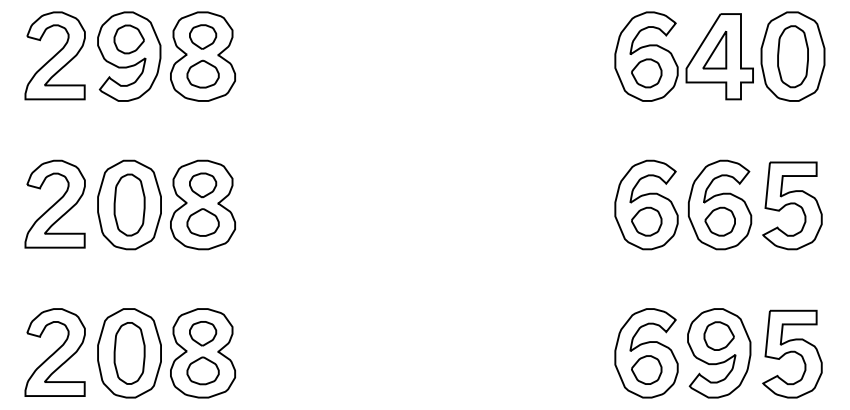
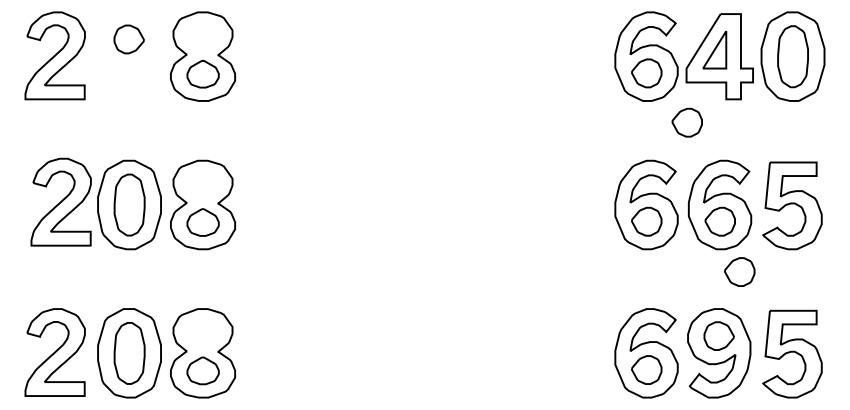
part at (203, 36): present -> none
part at (129, 56): present -> none
part at (686, 122): none -> present
part at (203, 185): present -> none
part at (54, 203) position: (54, 203) -> (60, 201)
part at (739, 271): none -> present
part at (203, 333): present -> none
